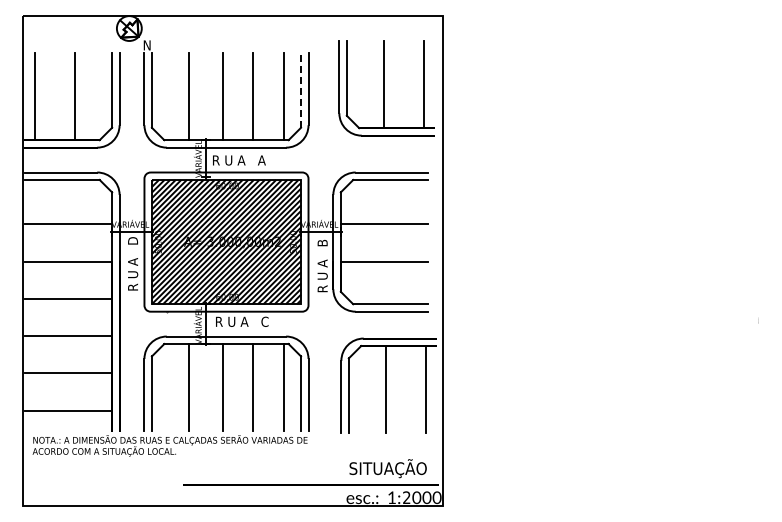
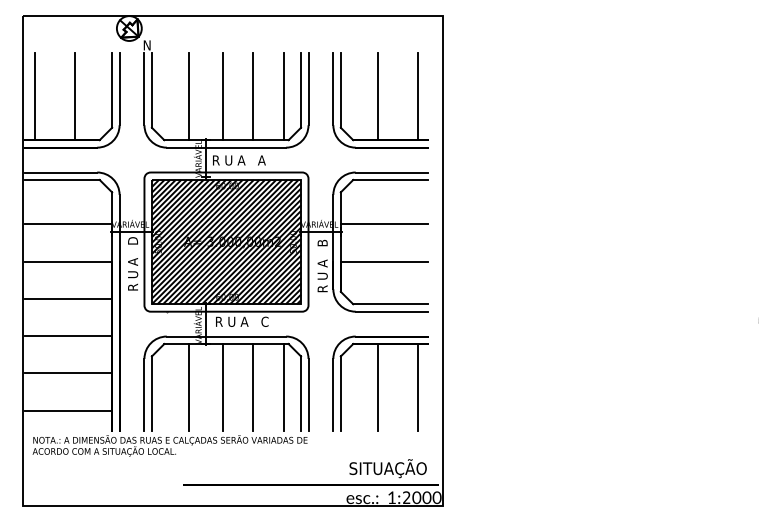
part at (386, 88) position: (386, 88) -> (380, 100)
line at (301, 89): dashed -> solid
part at (388, 385) position: (388, 385) -> (380, 383)
